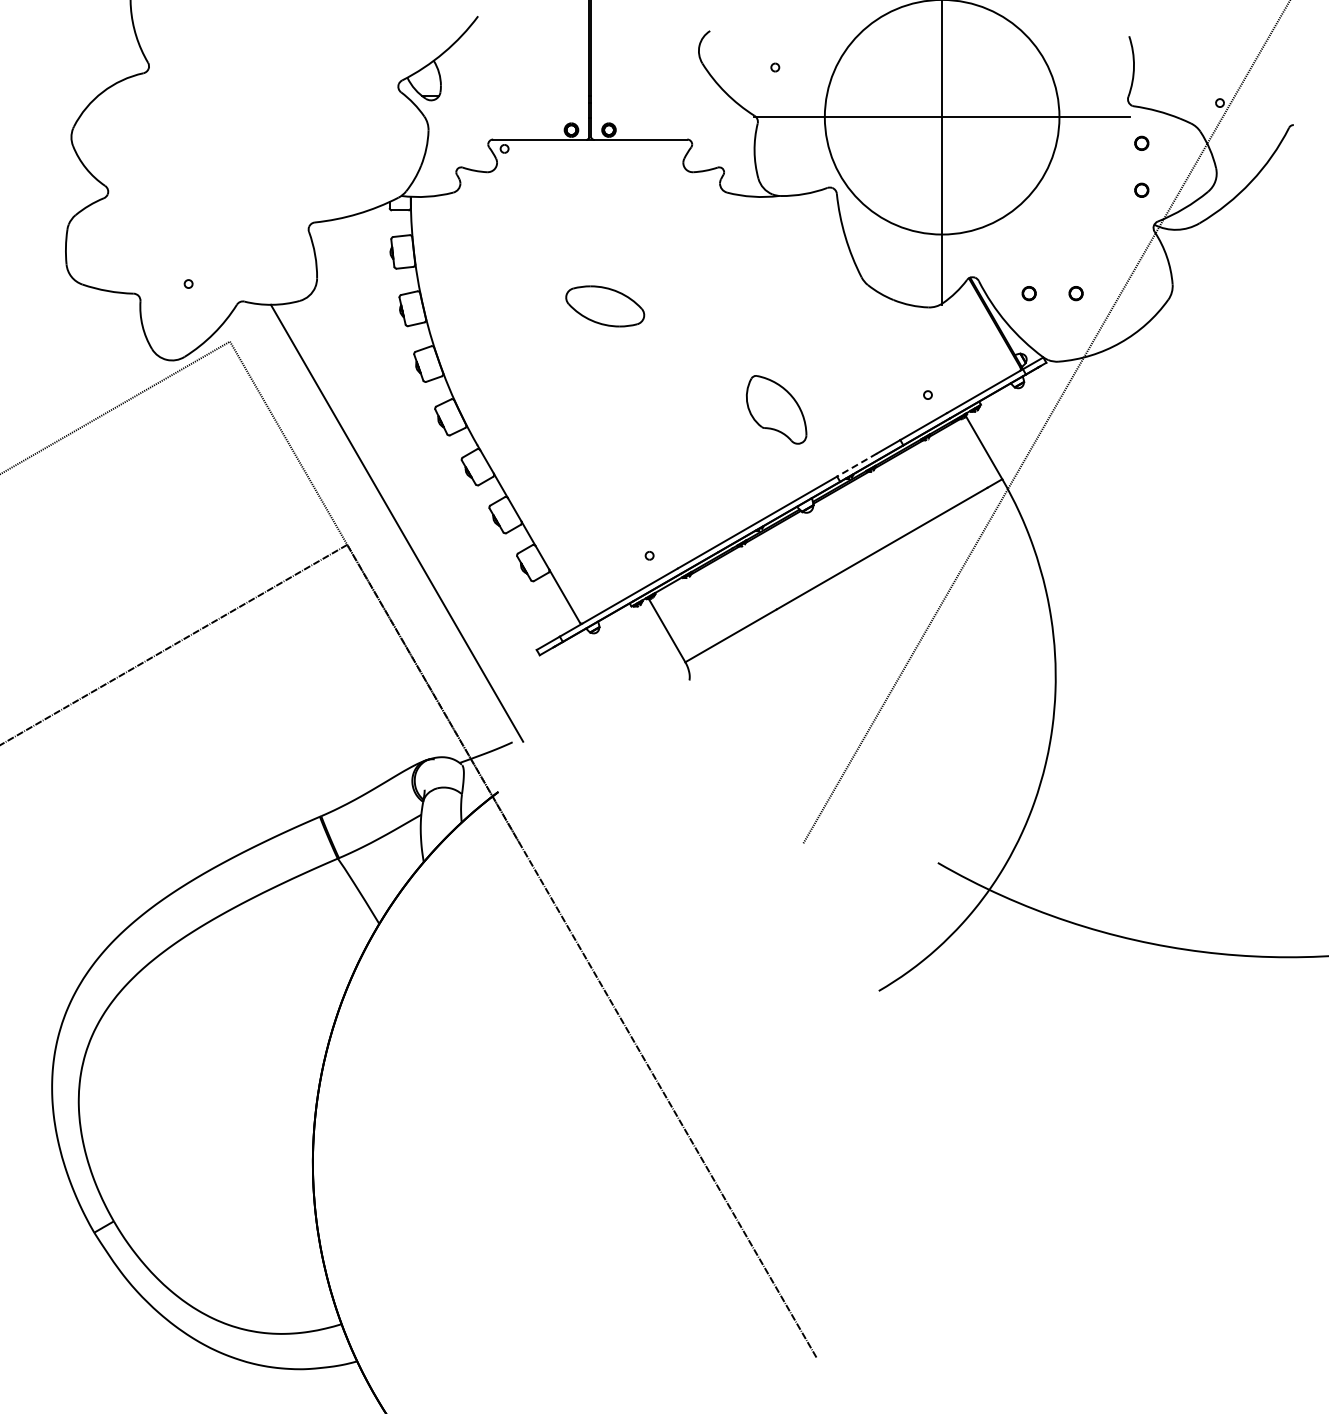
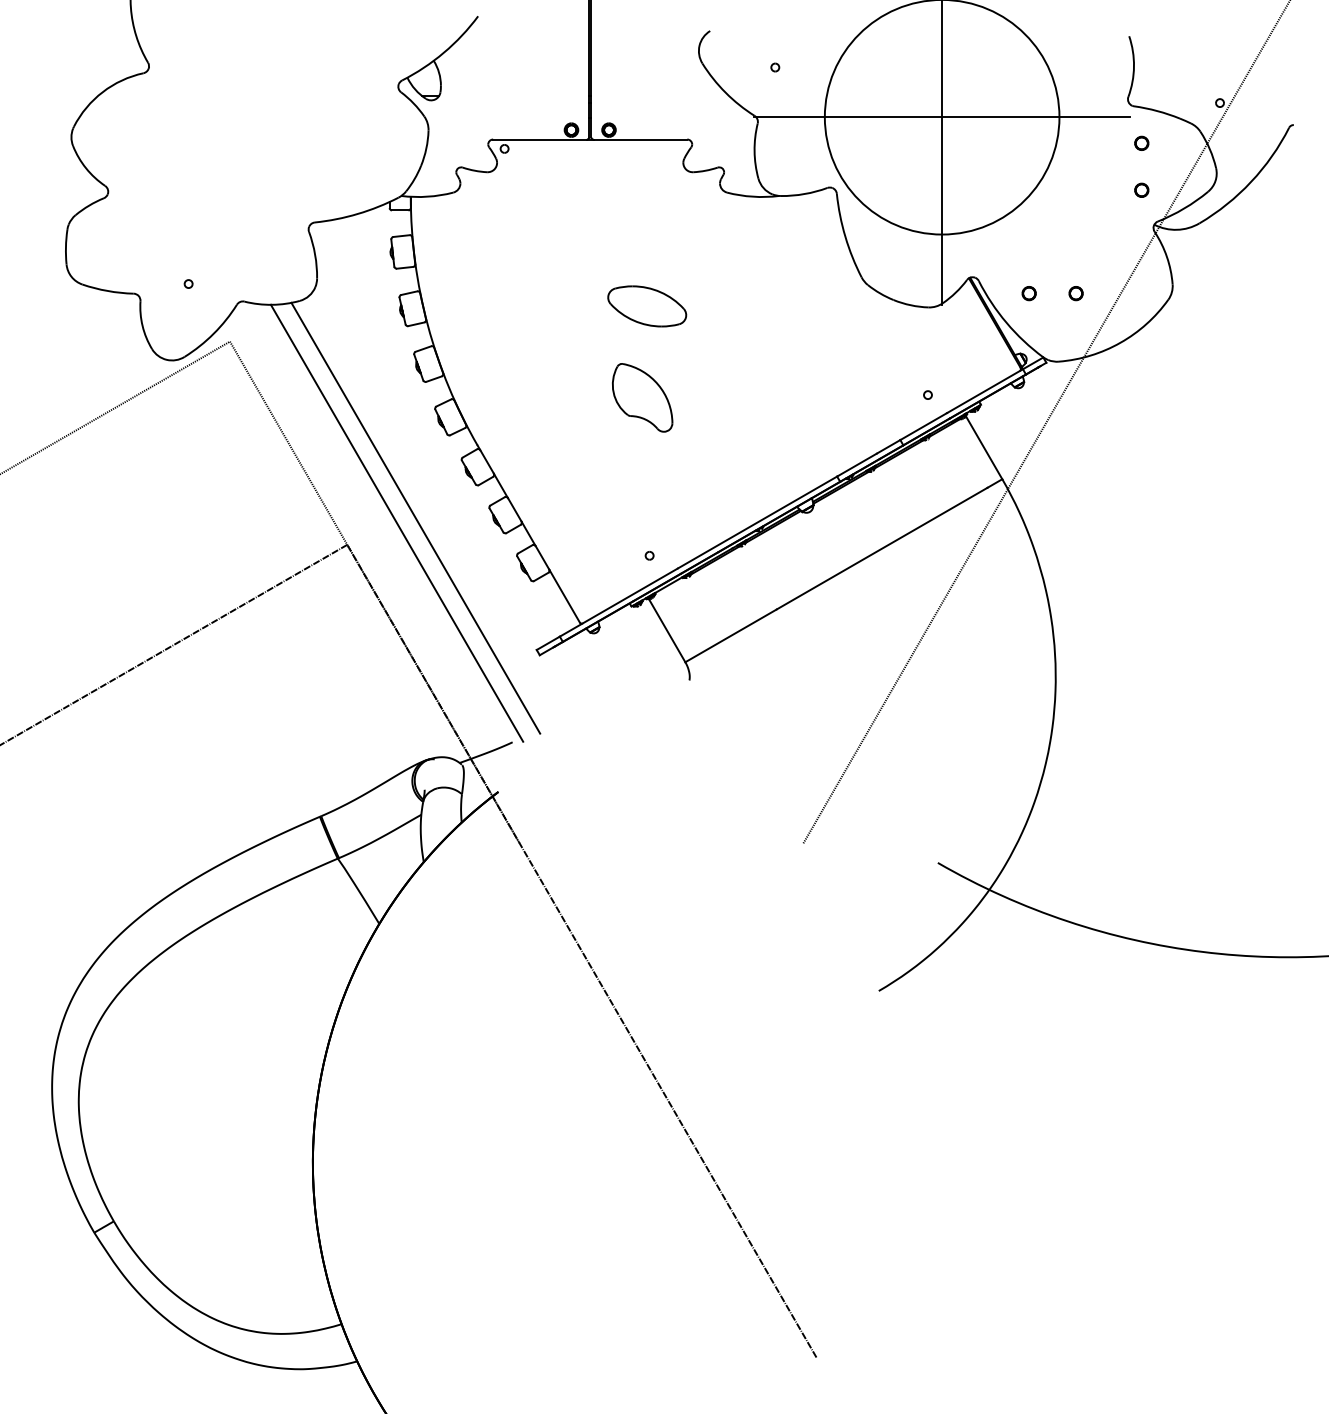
part at (605, 306) position: (605, 306) -> (647, 306)
part at (776, 409) position: (776, 409) -> (642, 397)
line at (857, 465): dashed -> solid
line at (415, 517): none -> present
